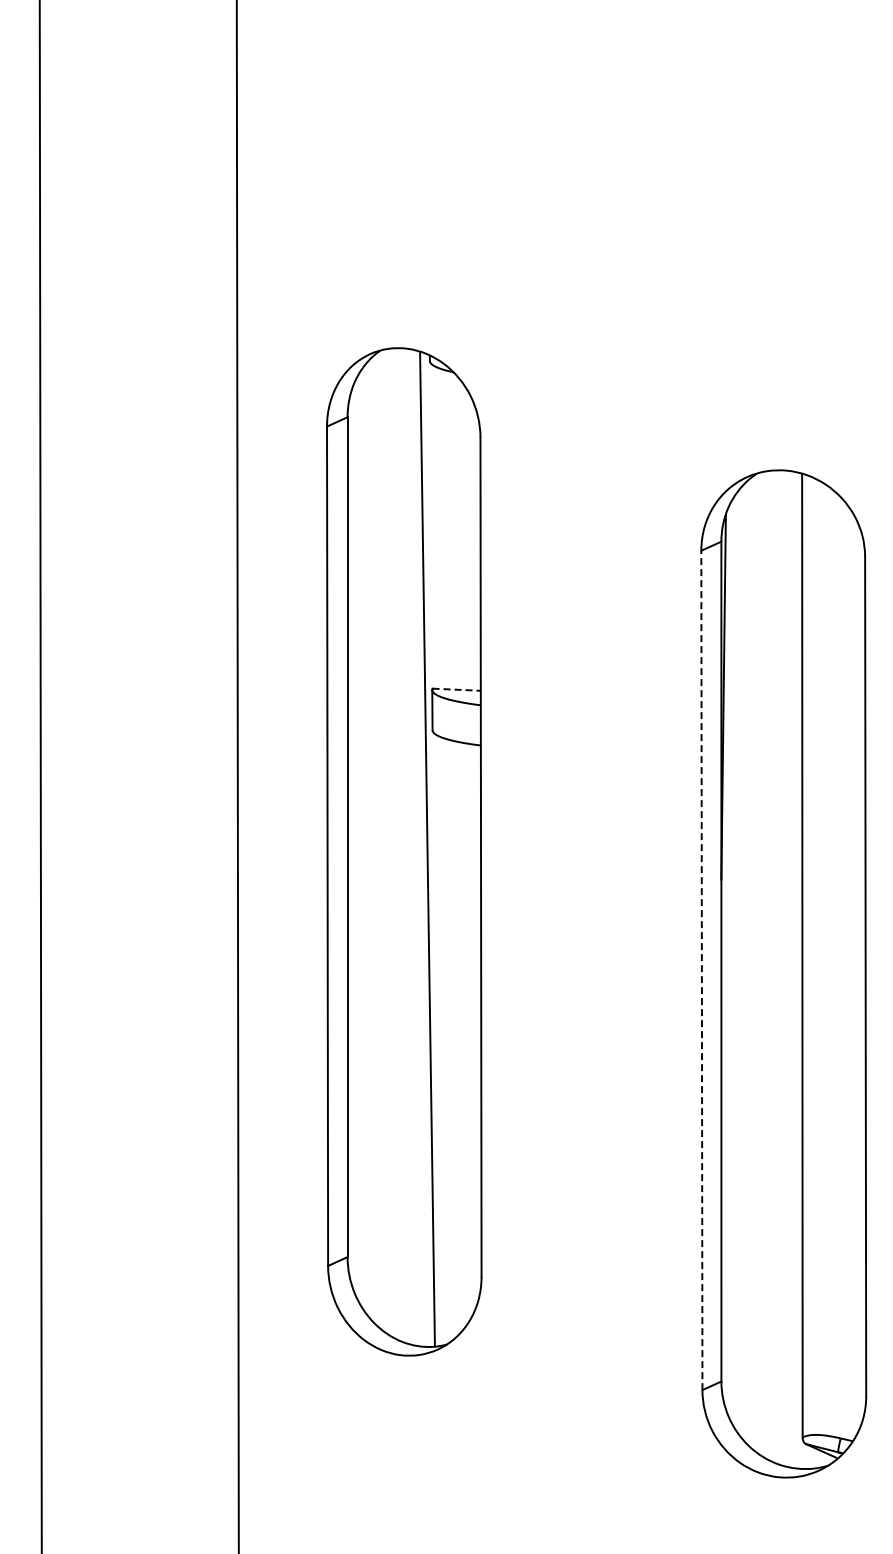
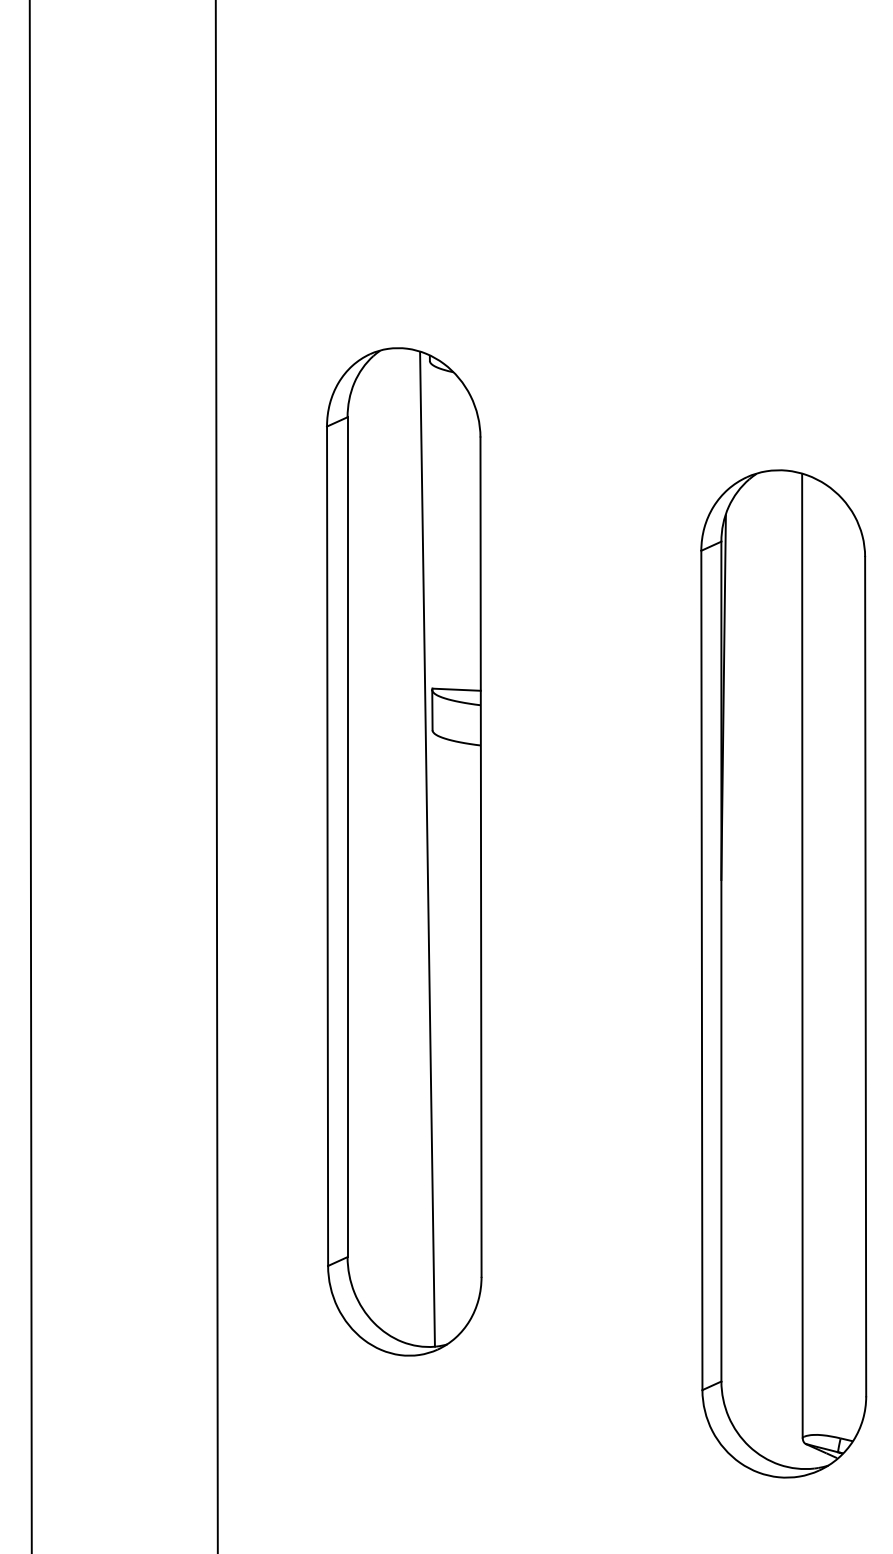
line at (457, 689): dashed -> solid
line at (40, 776) position: (40, 776) -> (30, 776)
line at (237, 776) position: (237, 776) -> (216, 776)
line at (701, 970): dashed -> solid
